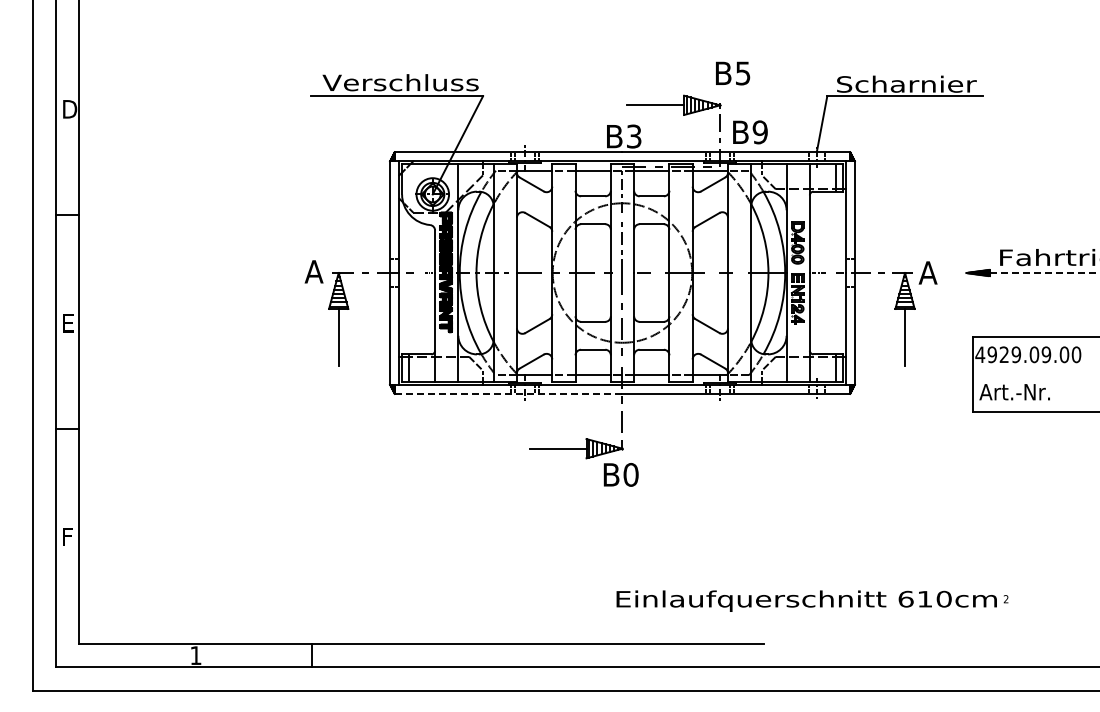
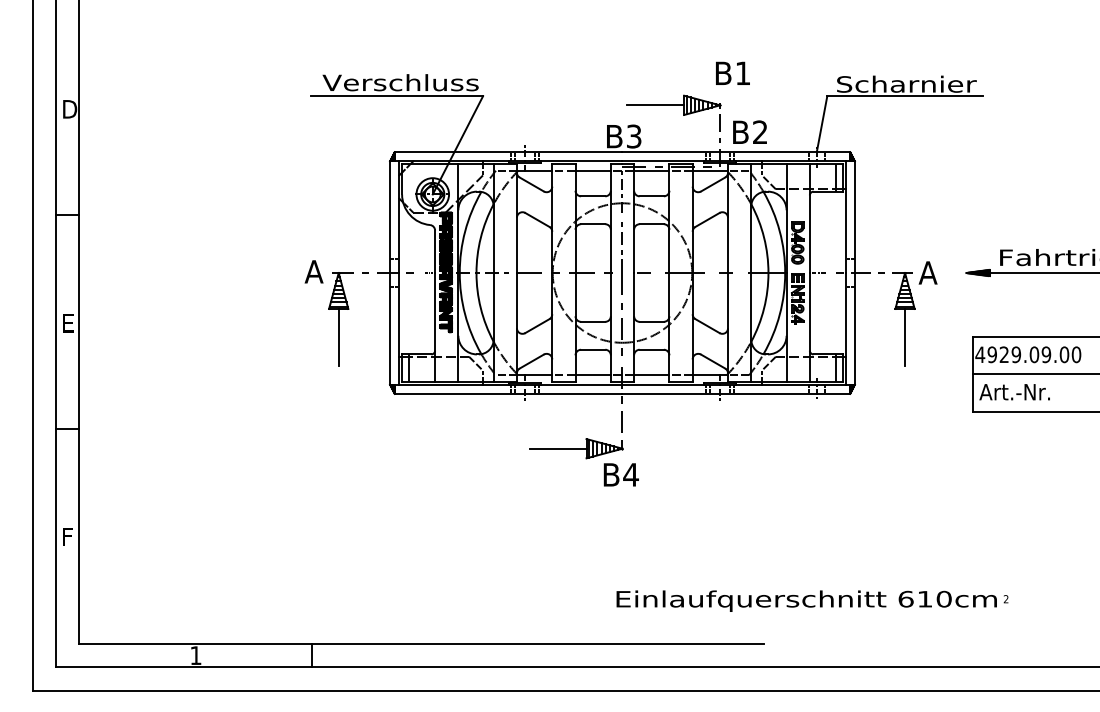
text at (743, 73): B5 -> B1
text at (759, 132): B9 -> B2
line at (1044, 273): dashed -> solid
line at (1034, 374): none -> present
line at (508, 393): dashed -> solid
text at (630, 474): B0 -> B4
